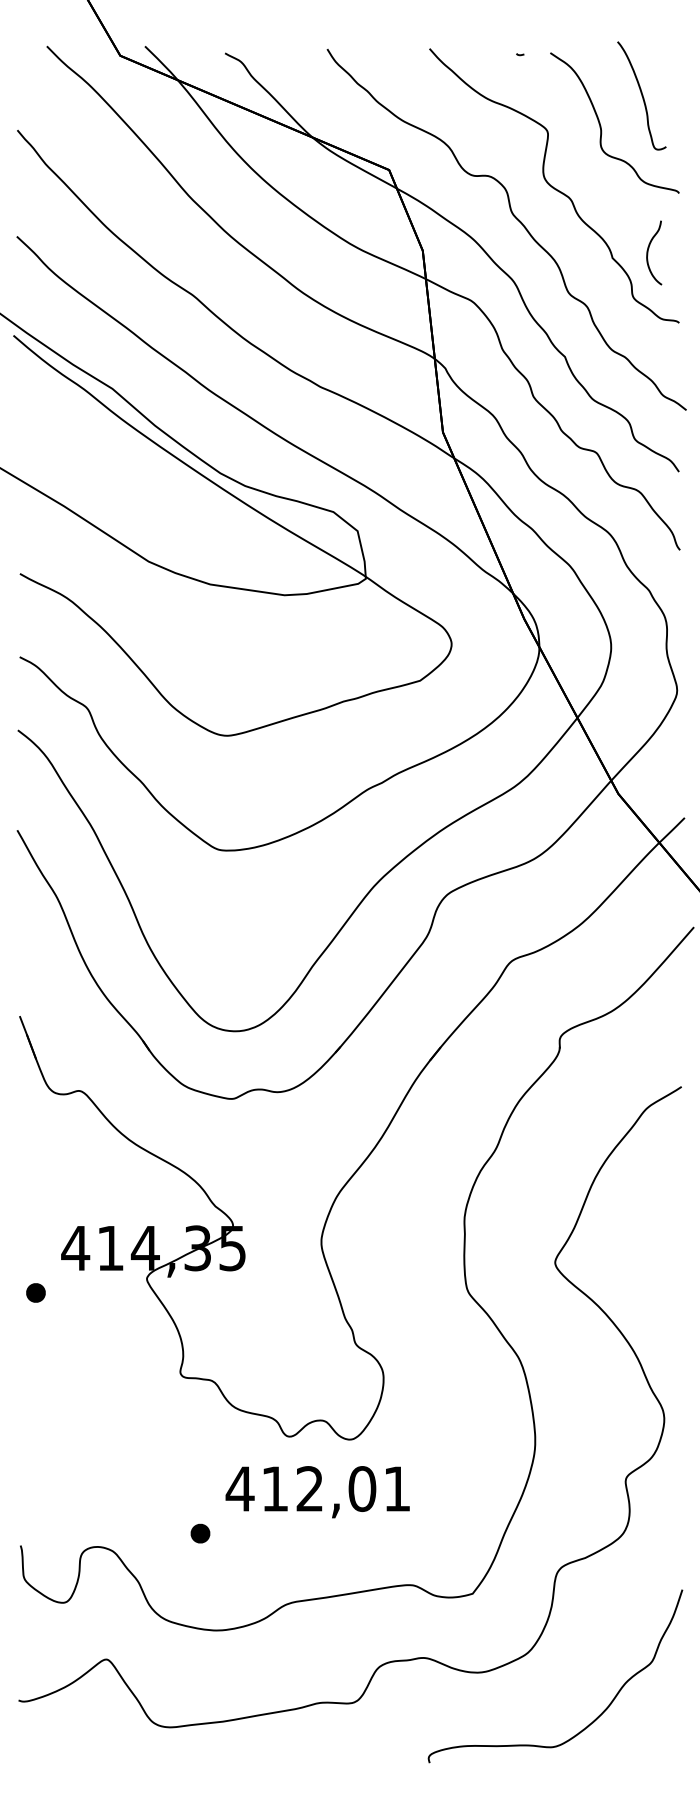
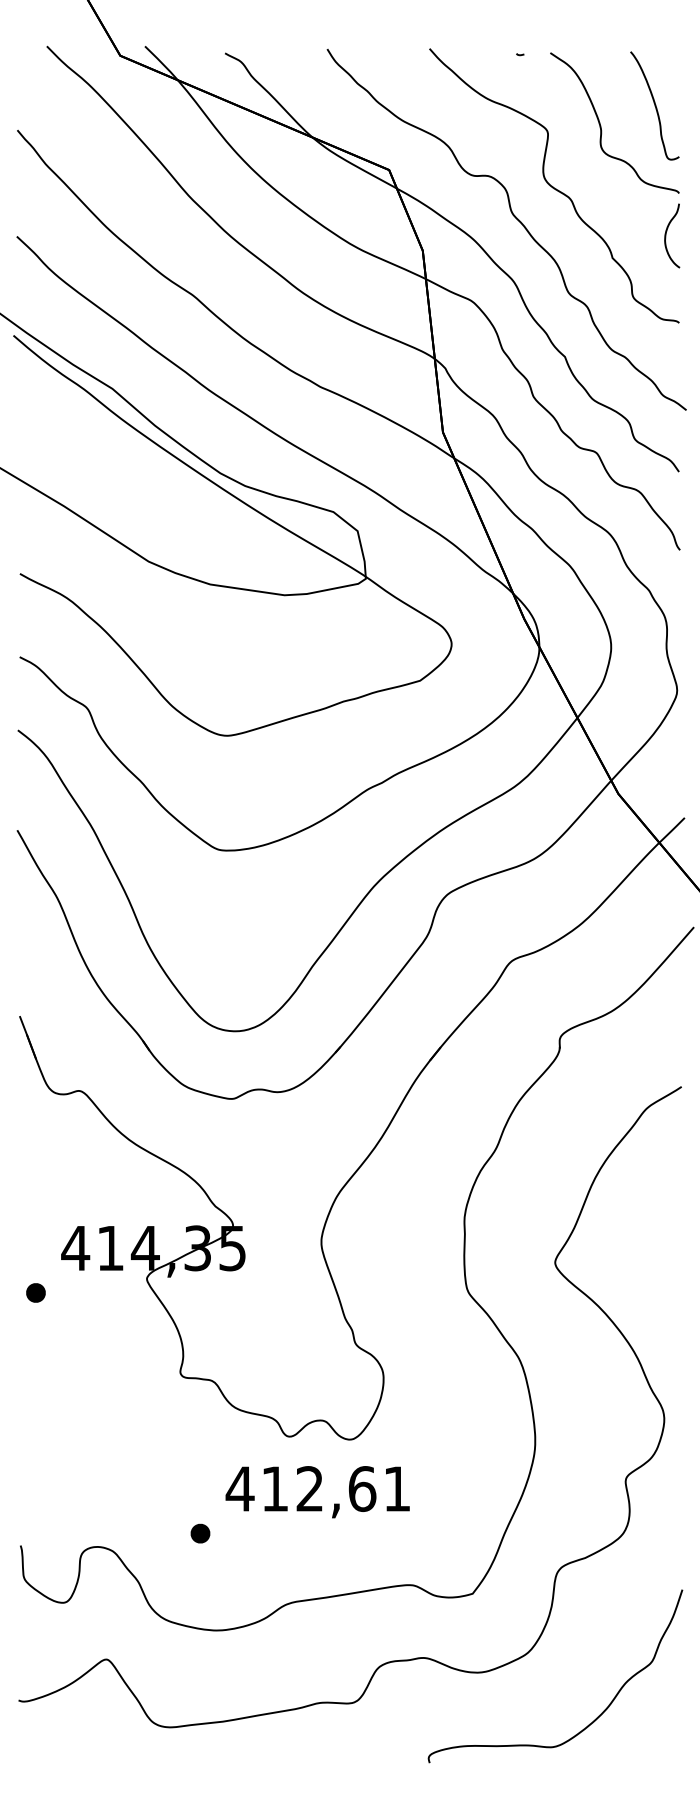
curve at (641, 95) position: (641, 95) -> (654, 105)
curve at (648, 252) position: (648, 252) -> (666, 235)
text at (362, 1488): 412,01 -> 412,61
